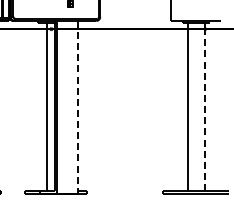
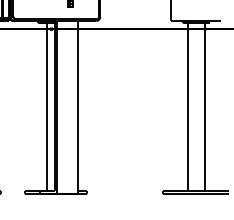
line at (78, 107): dashed -> solid
line at (205, 110): dashed -> solid
